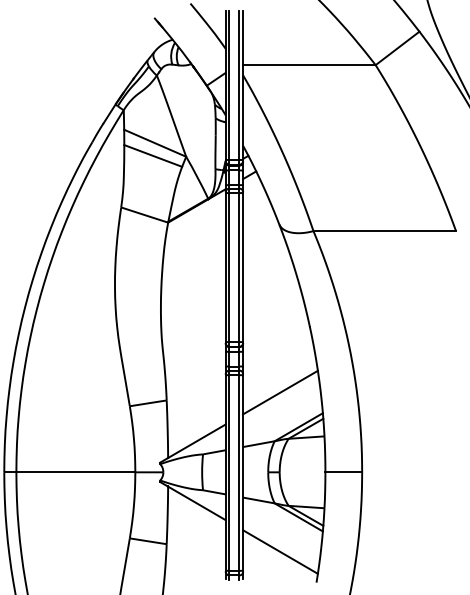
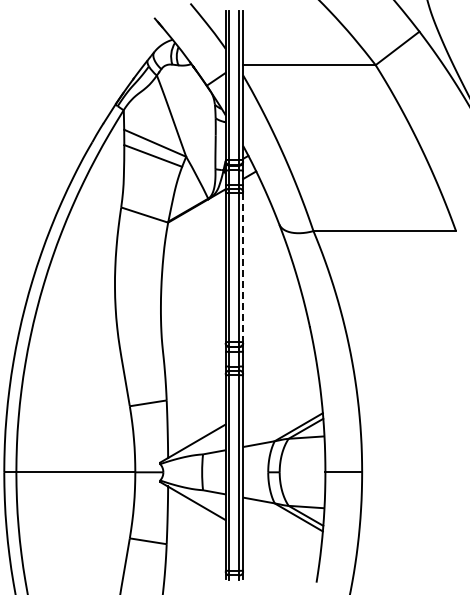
line at (243, 268): solid -> dashed
line at (280, 392): present -> none
line at (280, 551): present -> none
